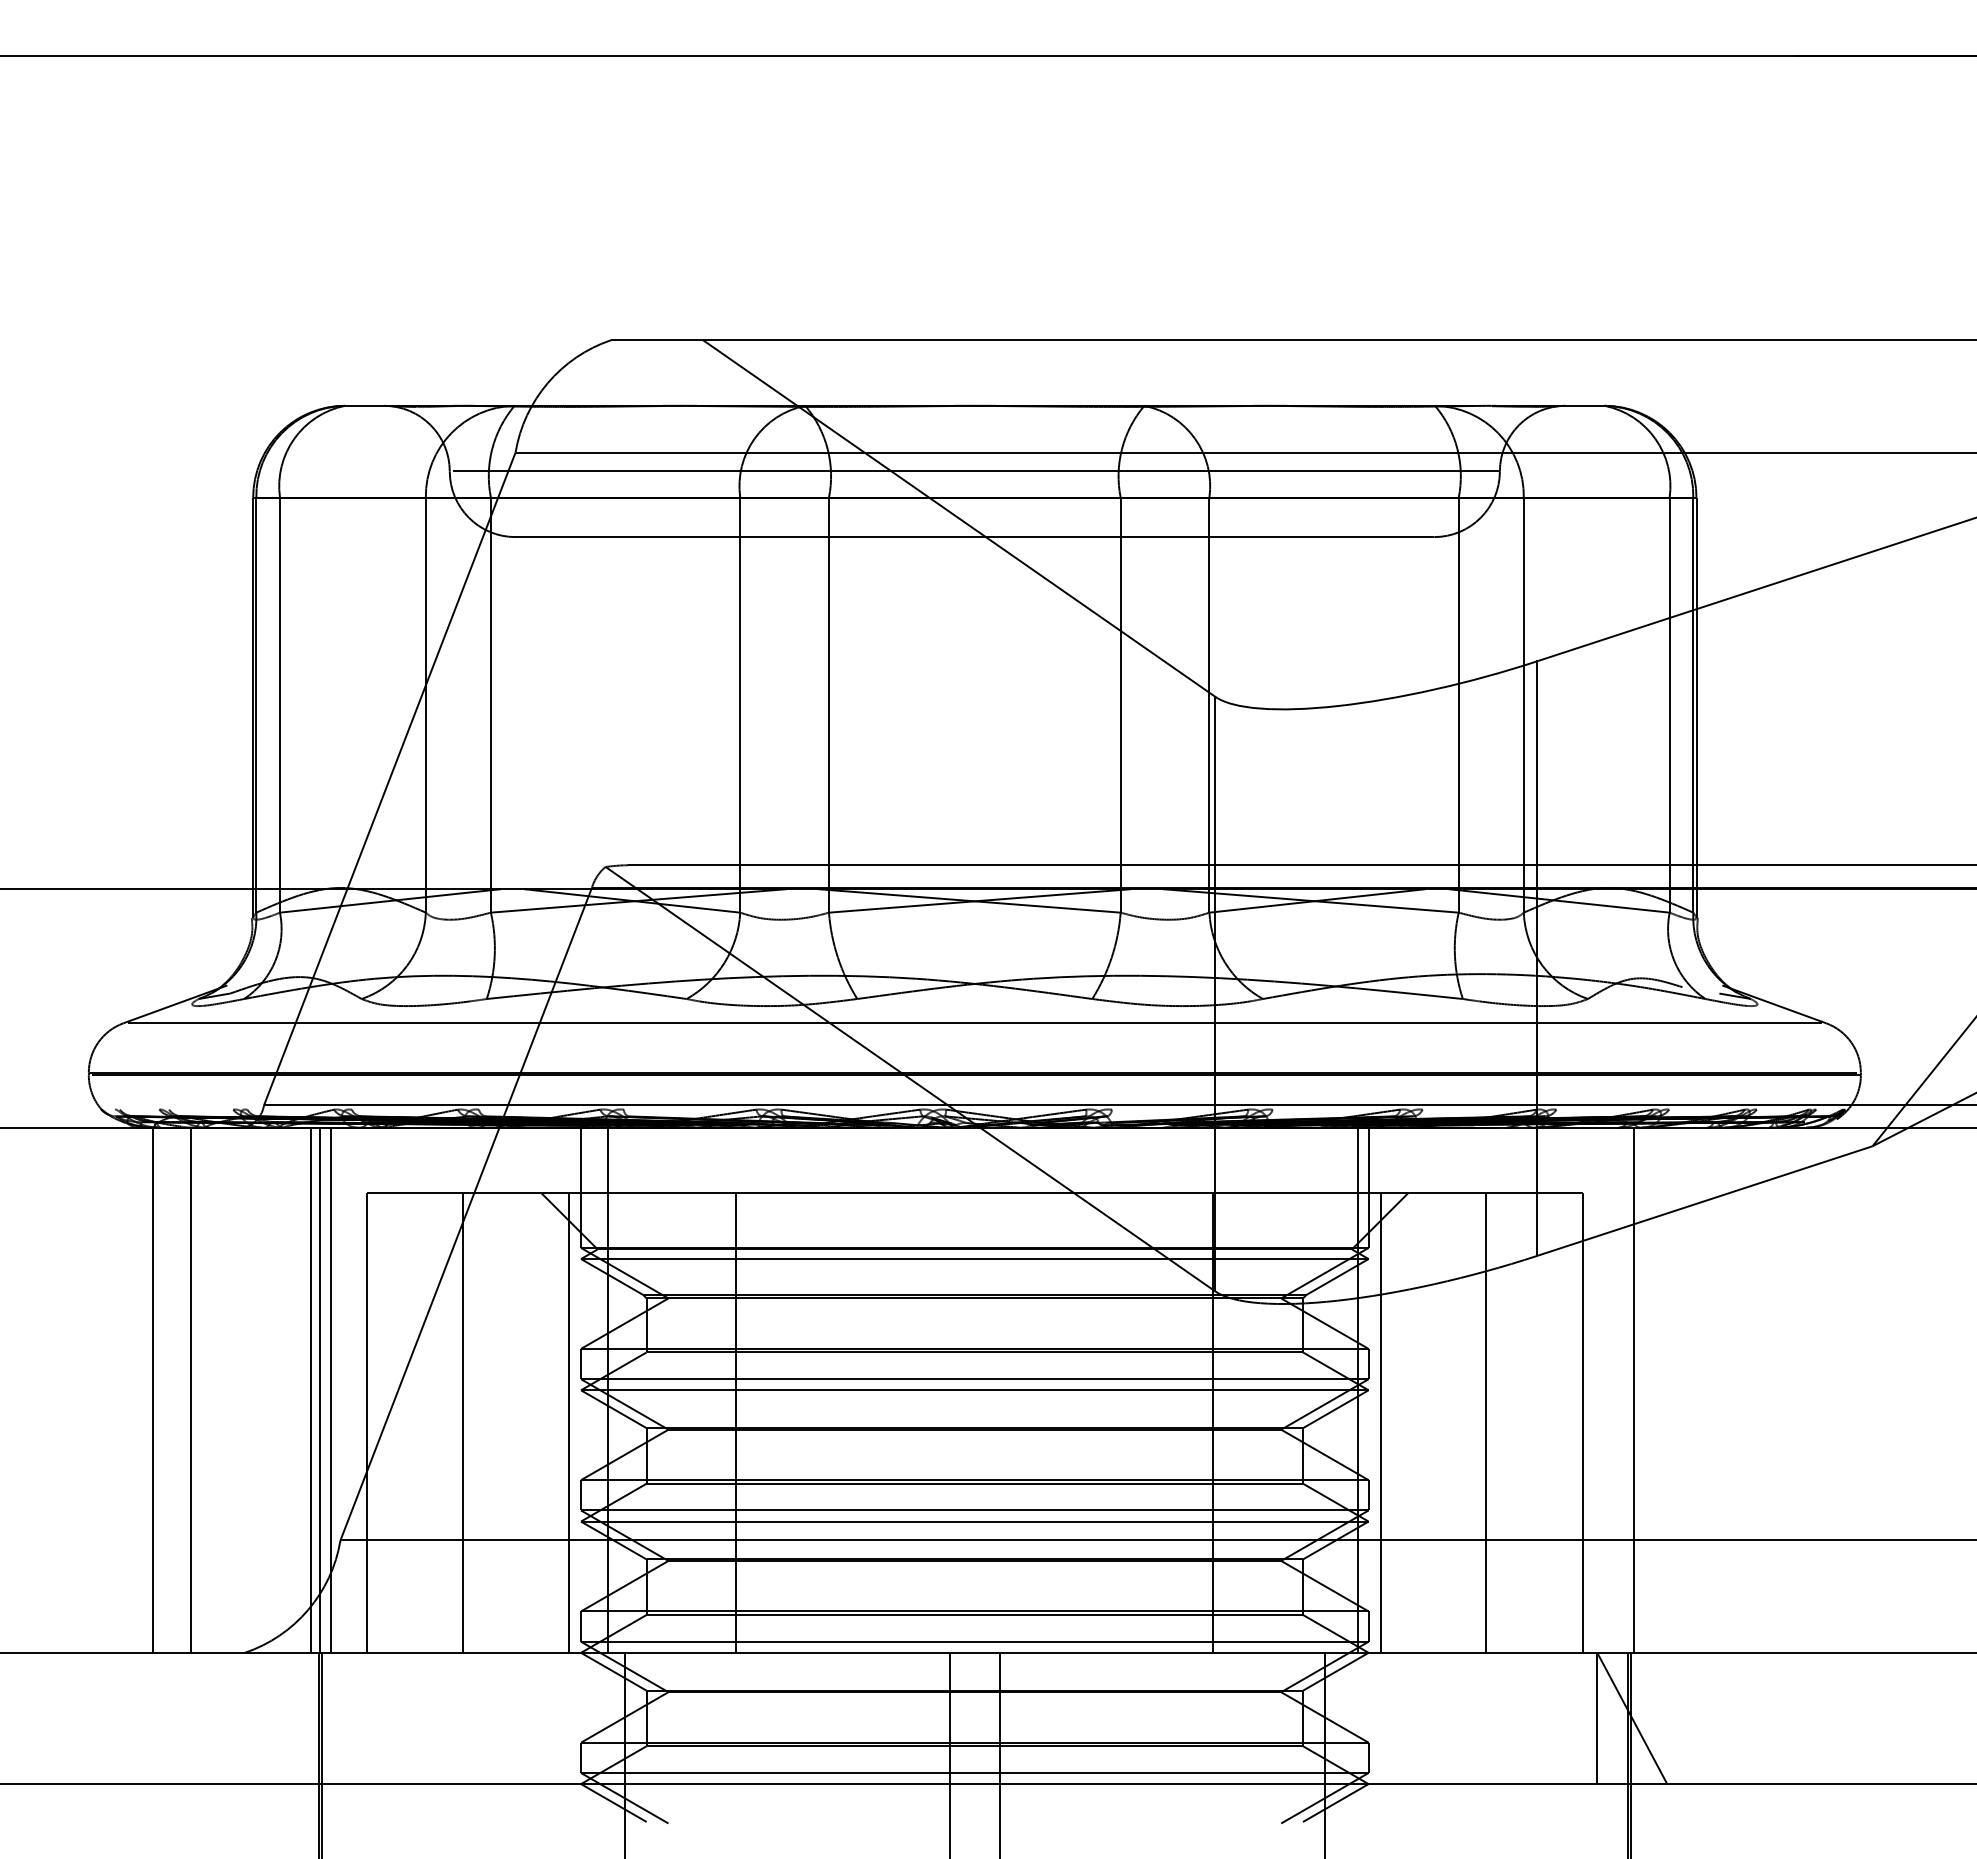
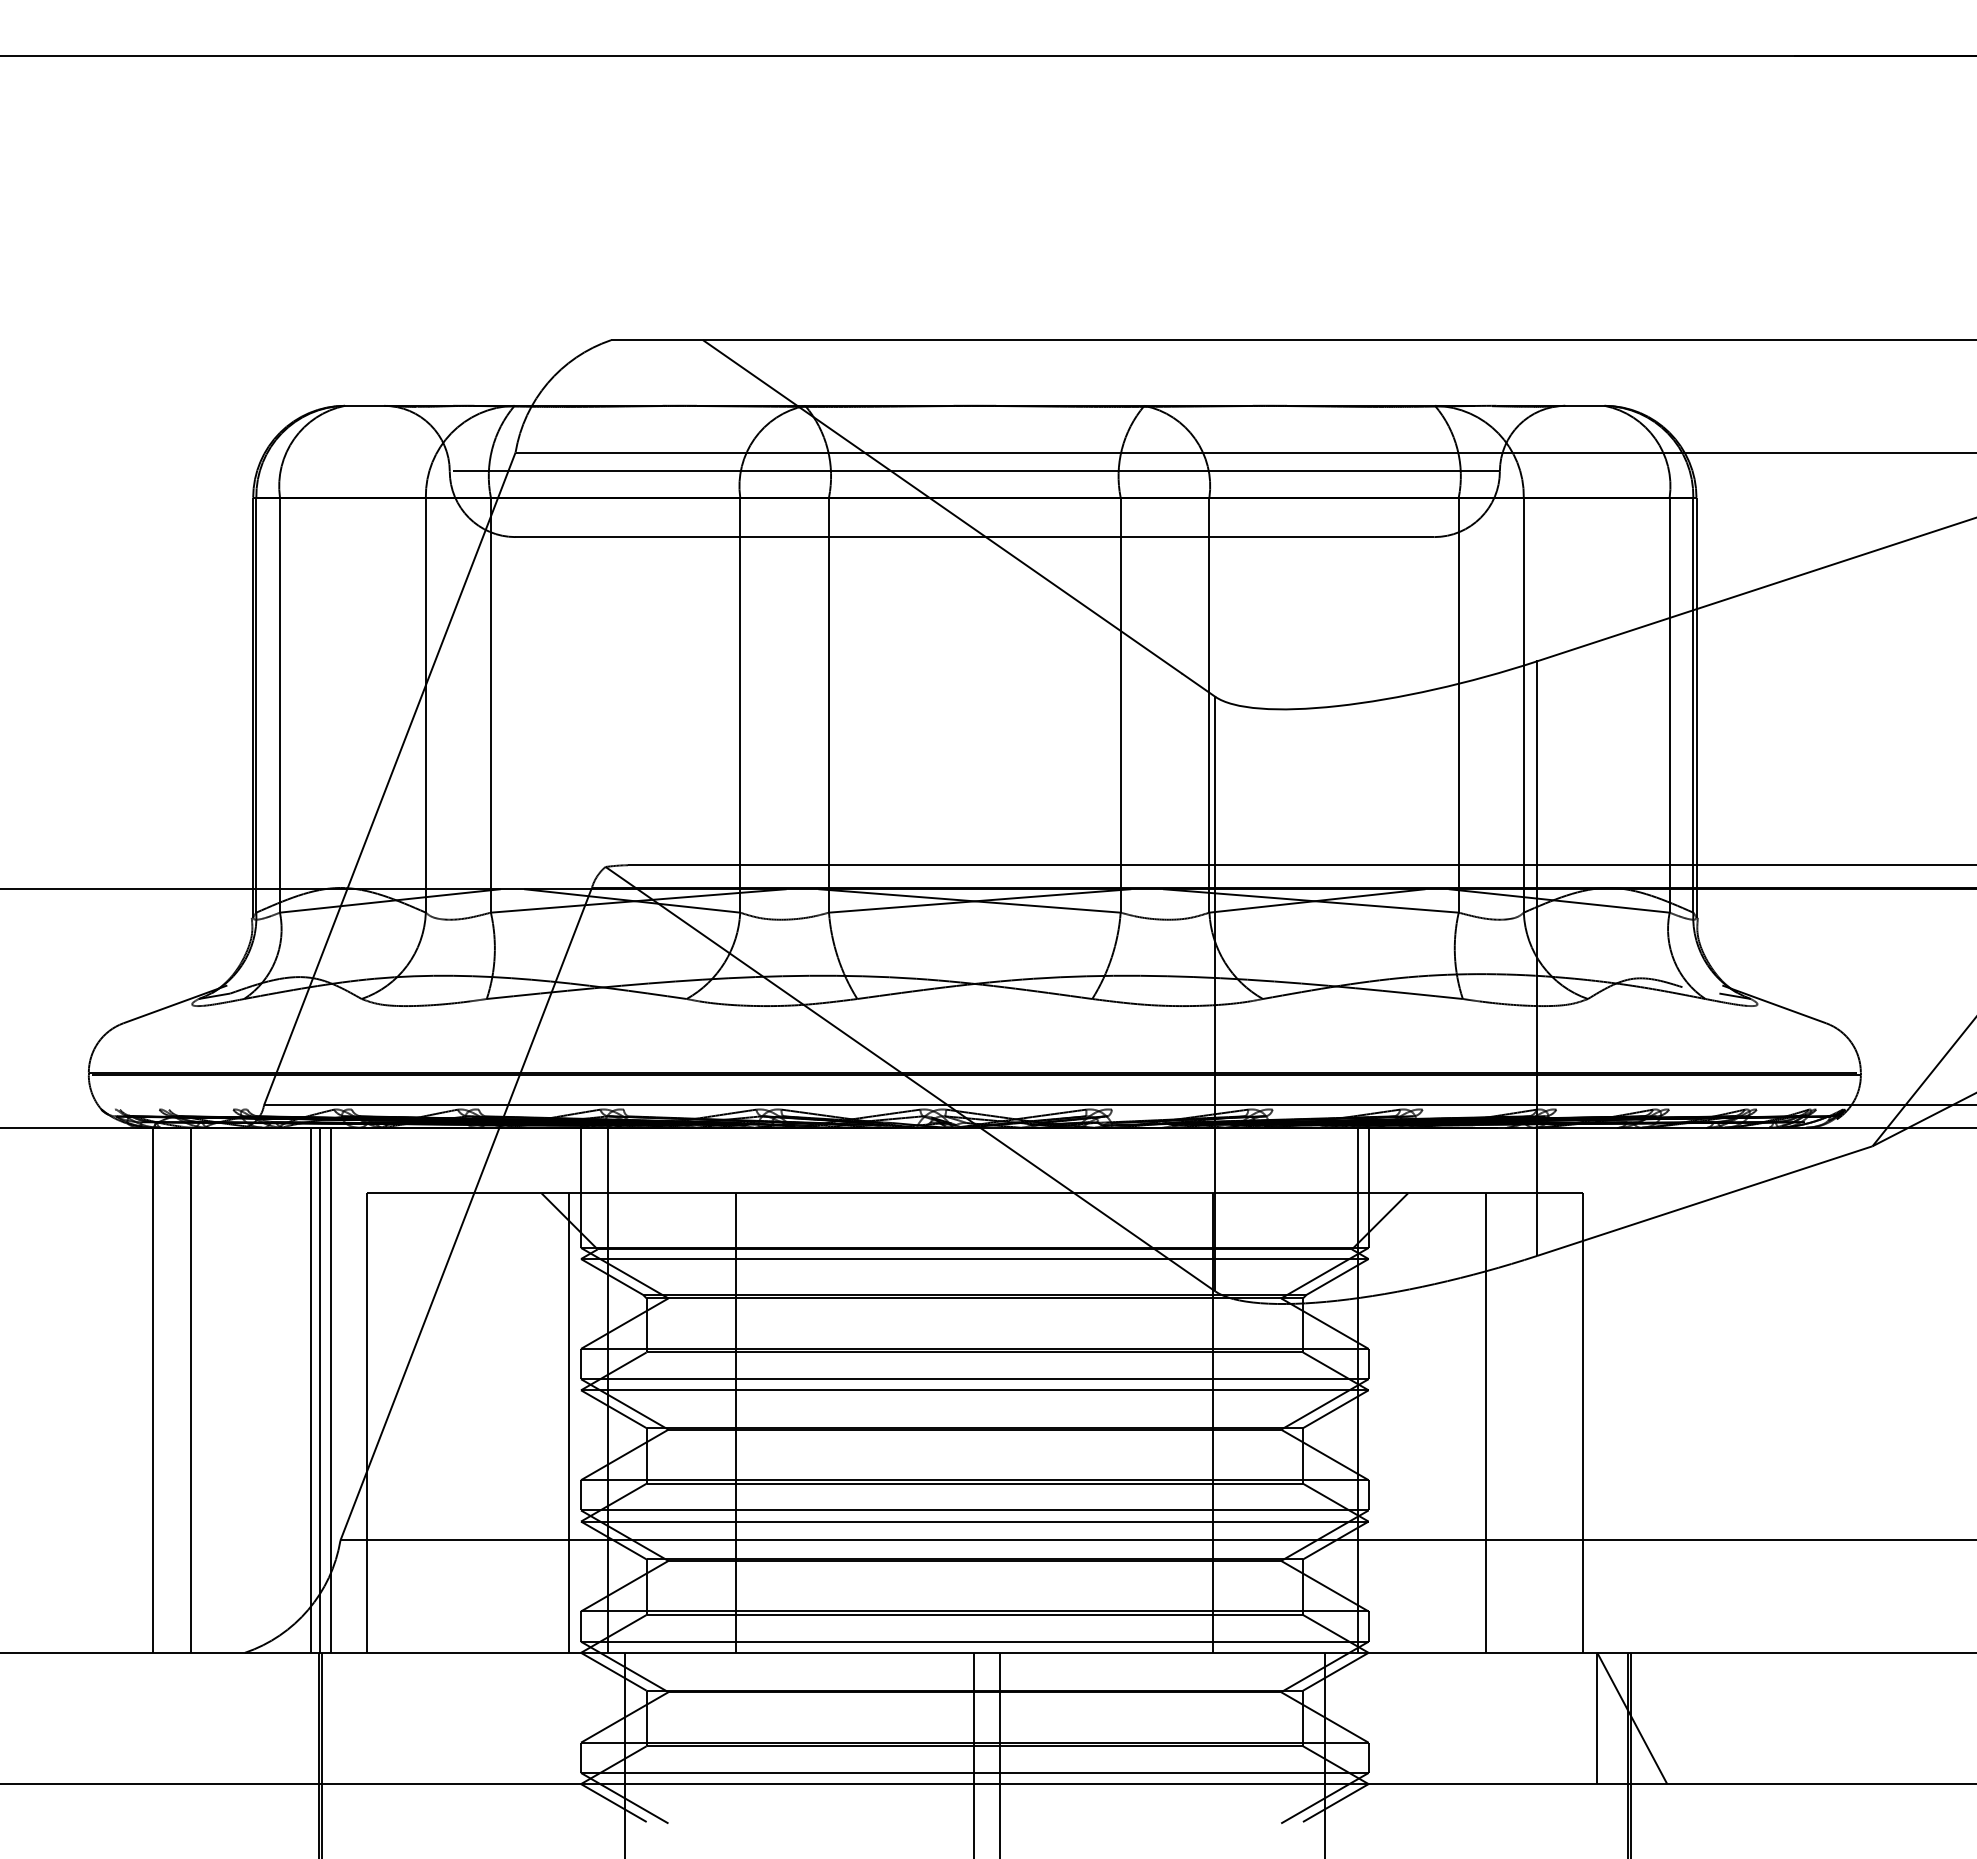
line at (974, 1023): present -> none
line at (1634, 1389): present -> none
line at (463, 1422): present -> none
line at (1380, 1422): present -> none
line at (949, 1753) position: (949, 1753) -> (973, 1753)
